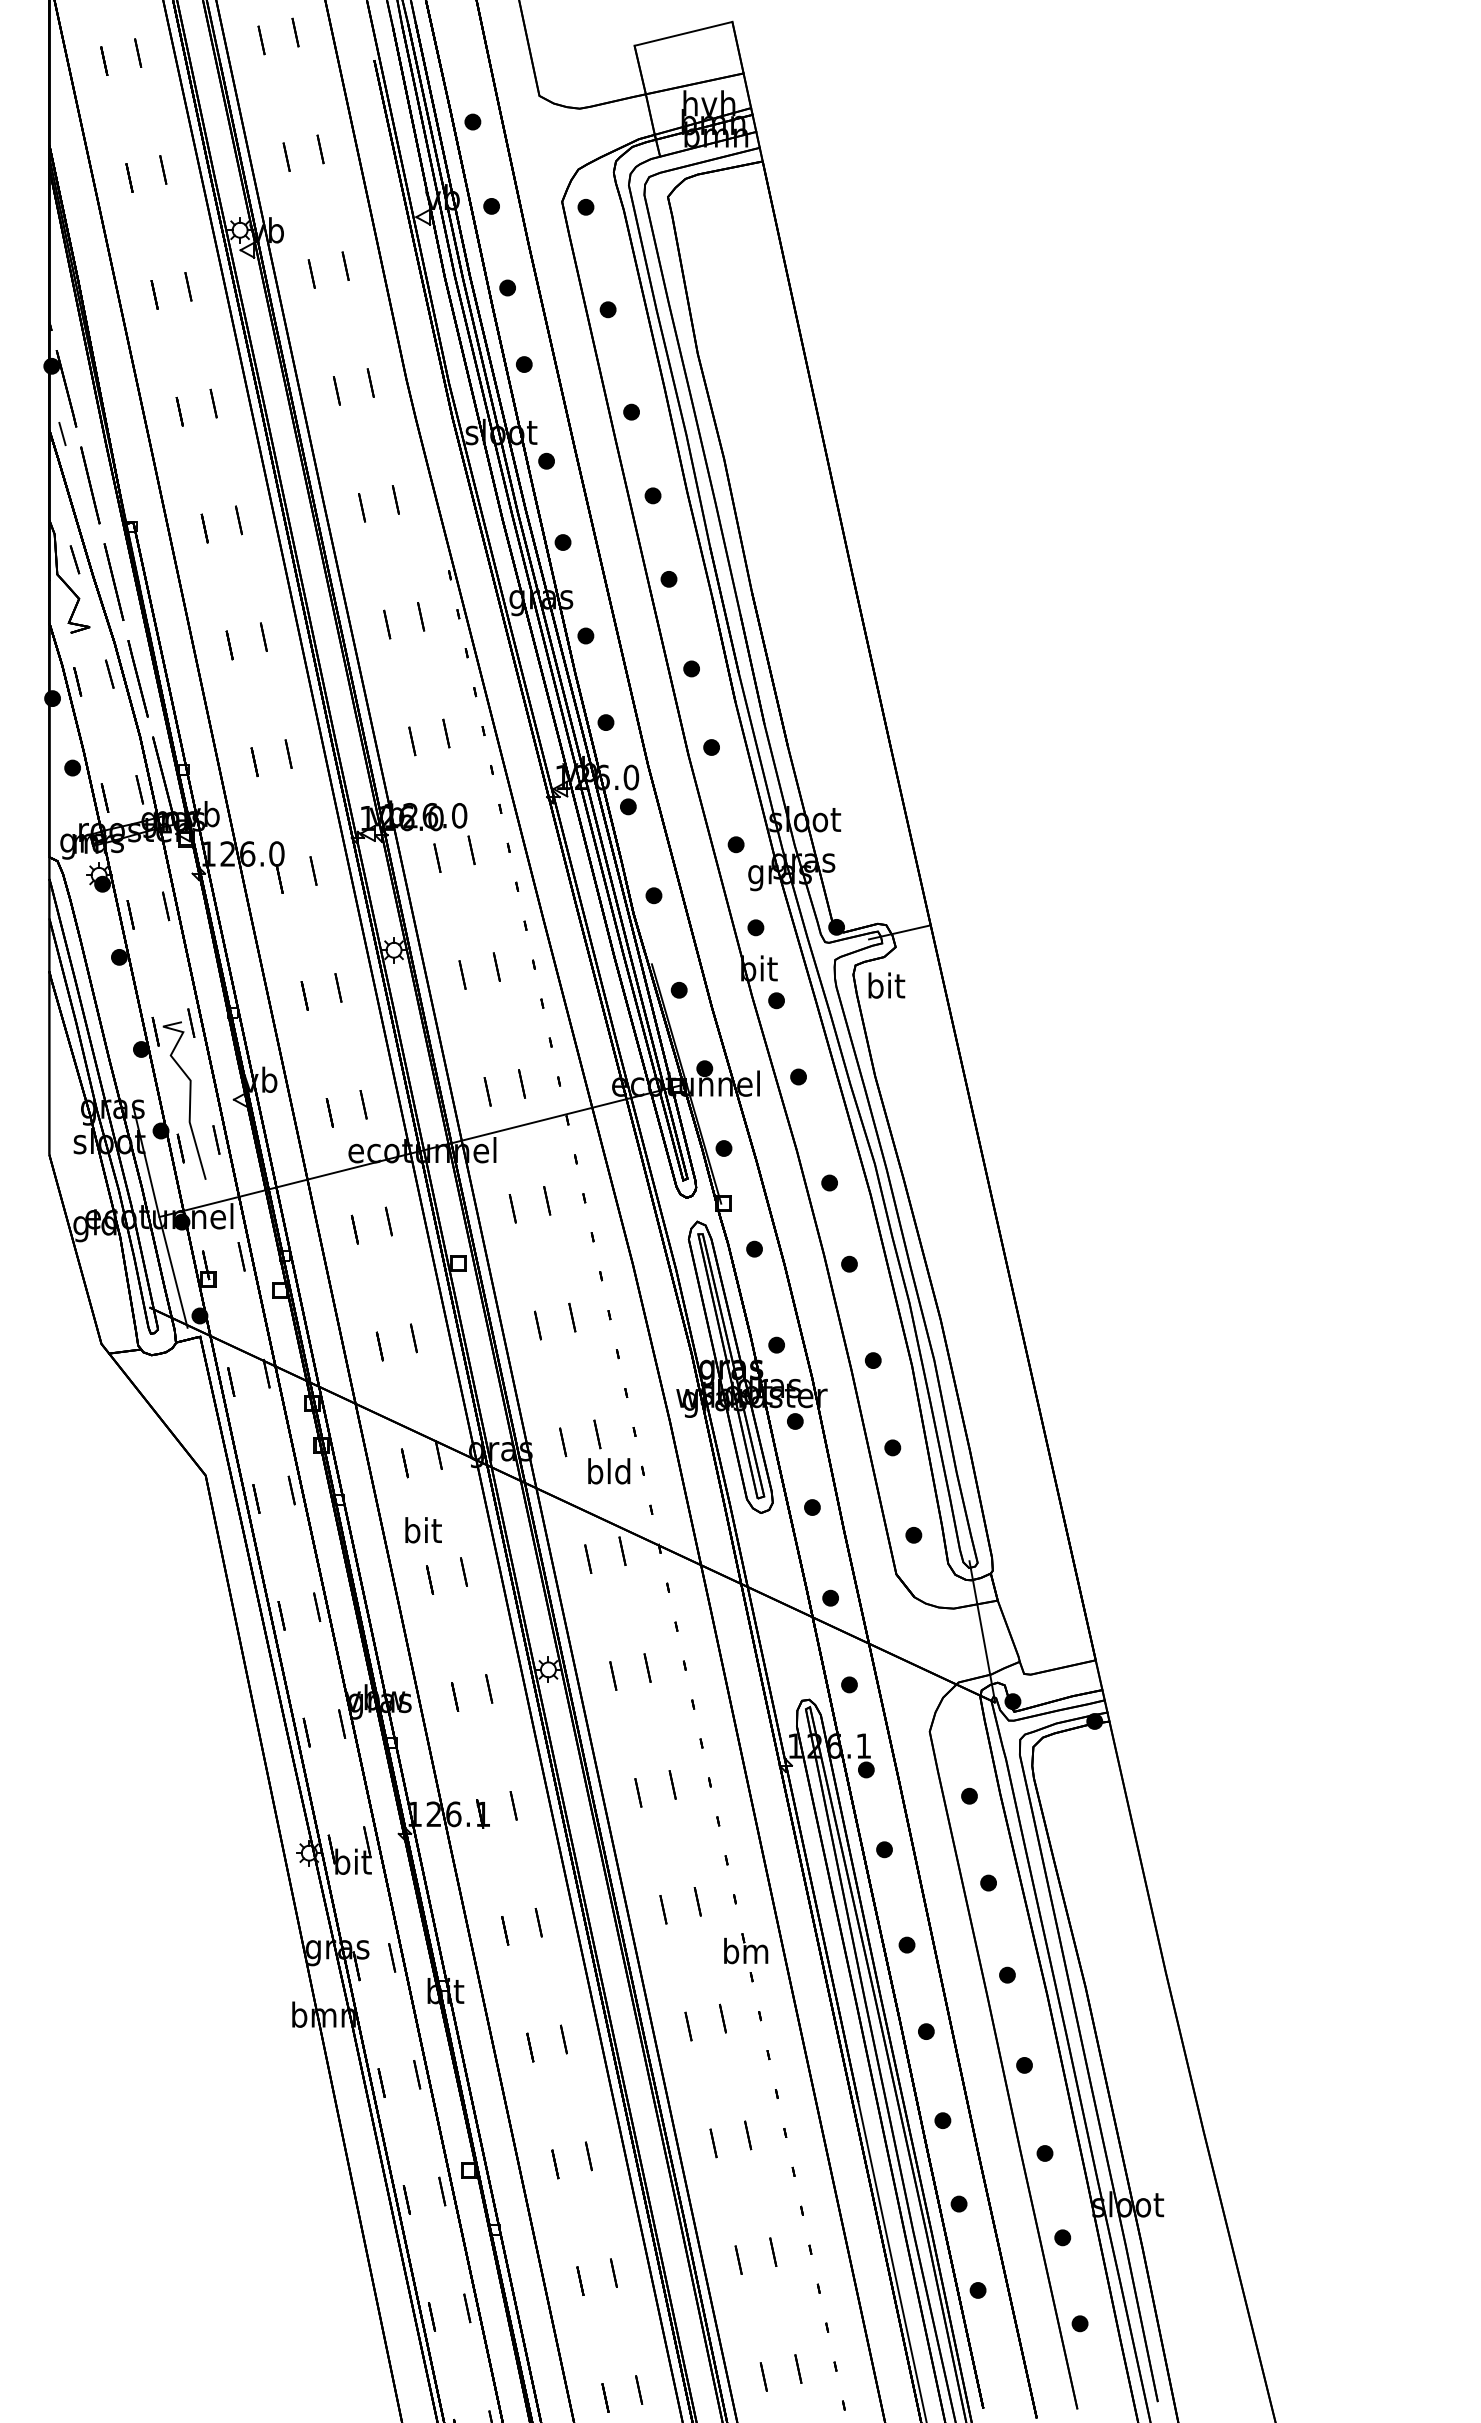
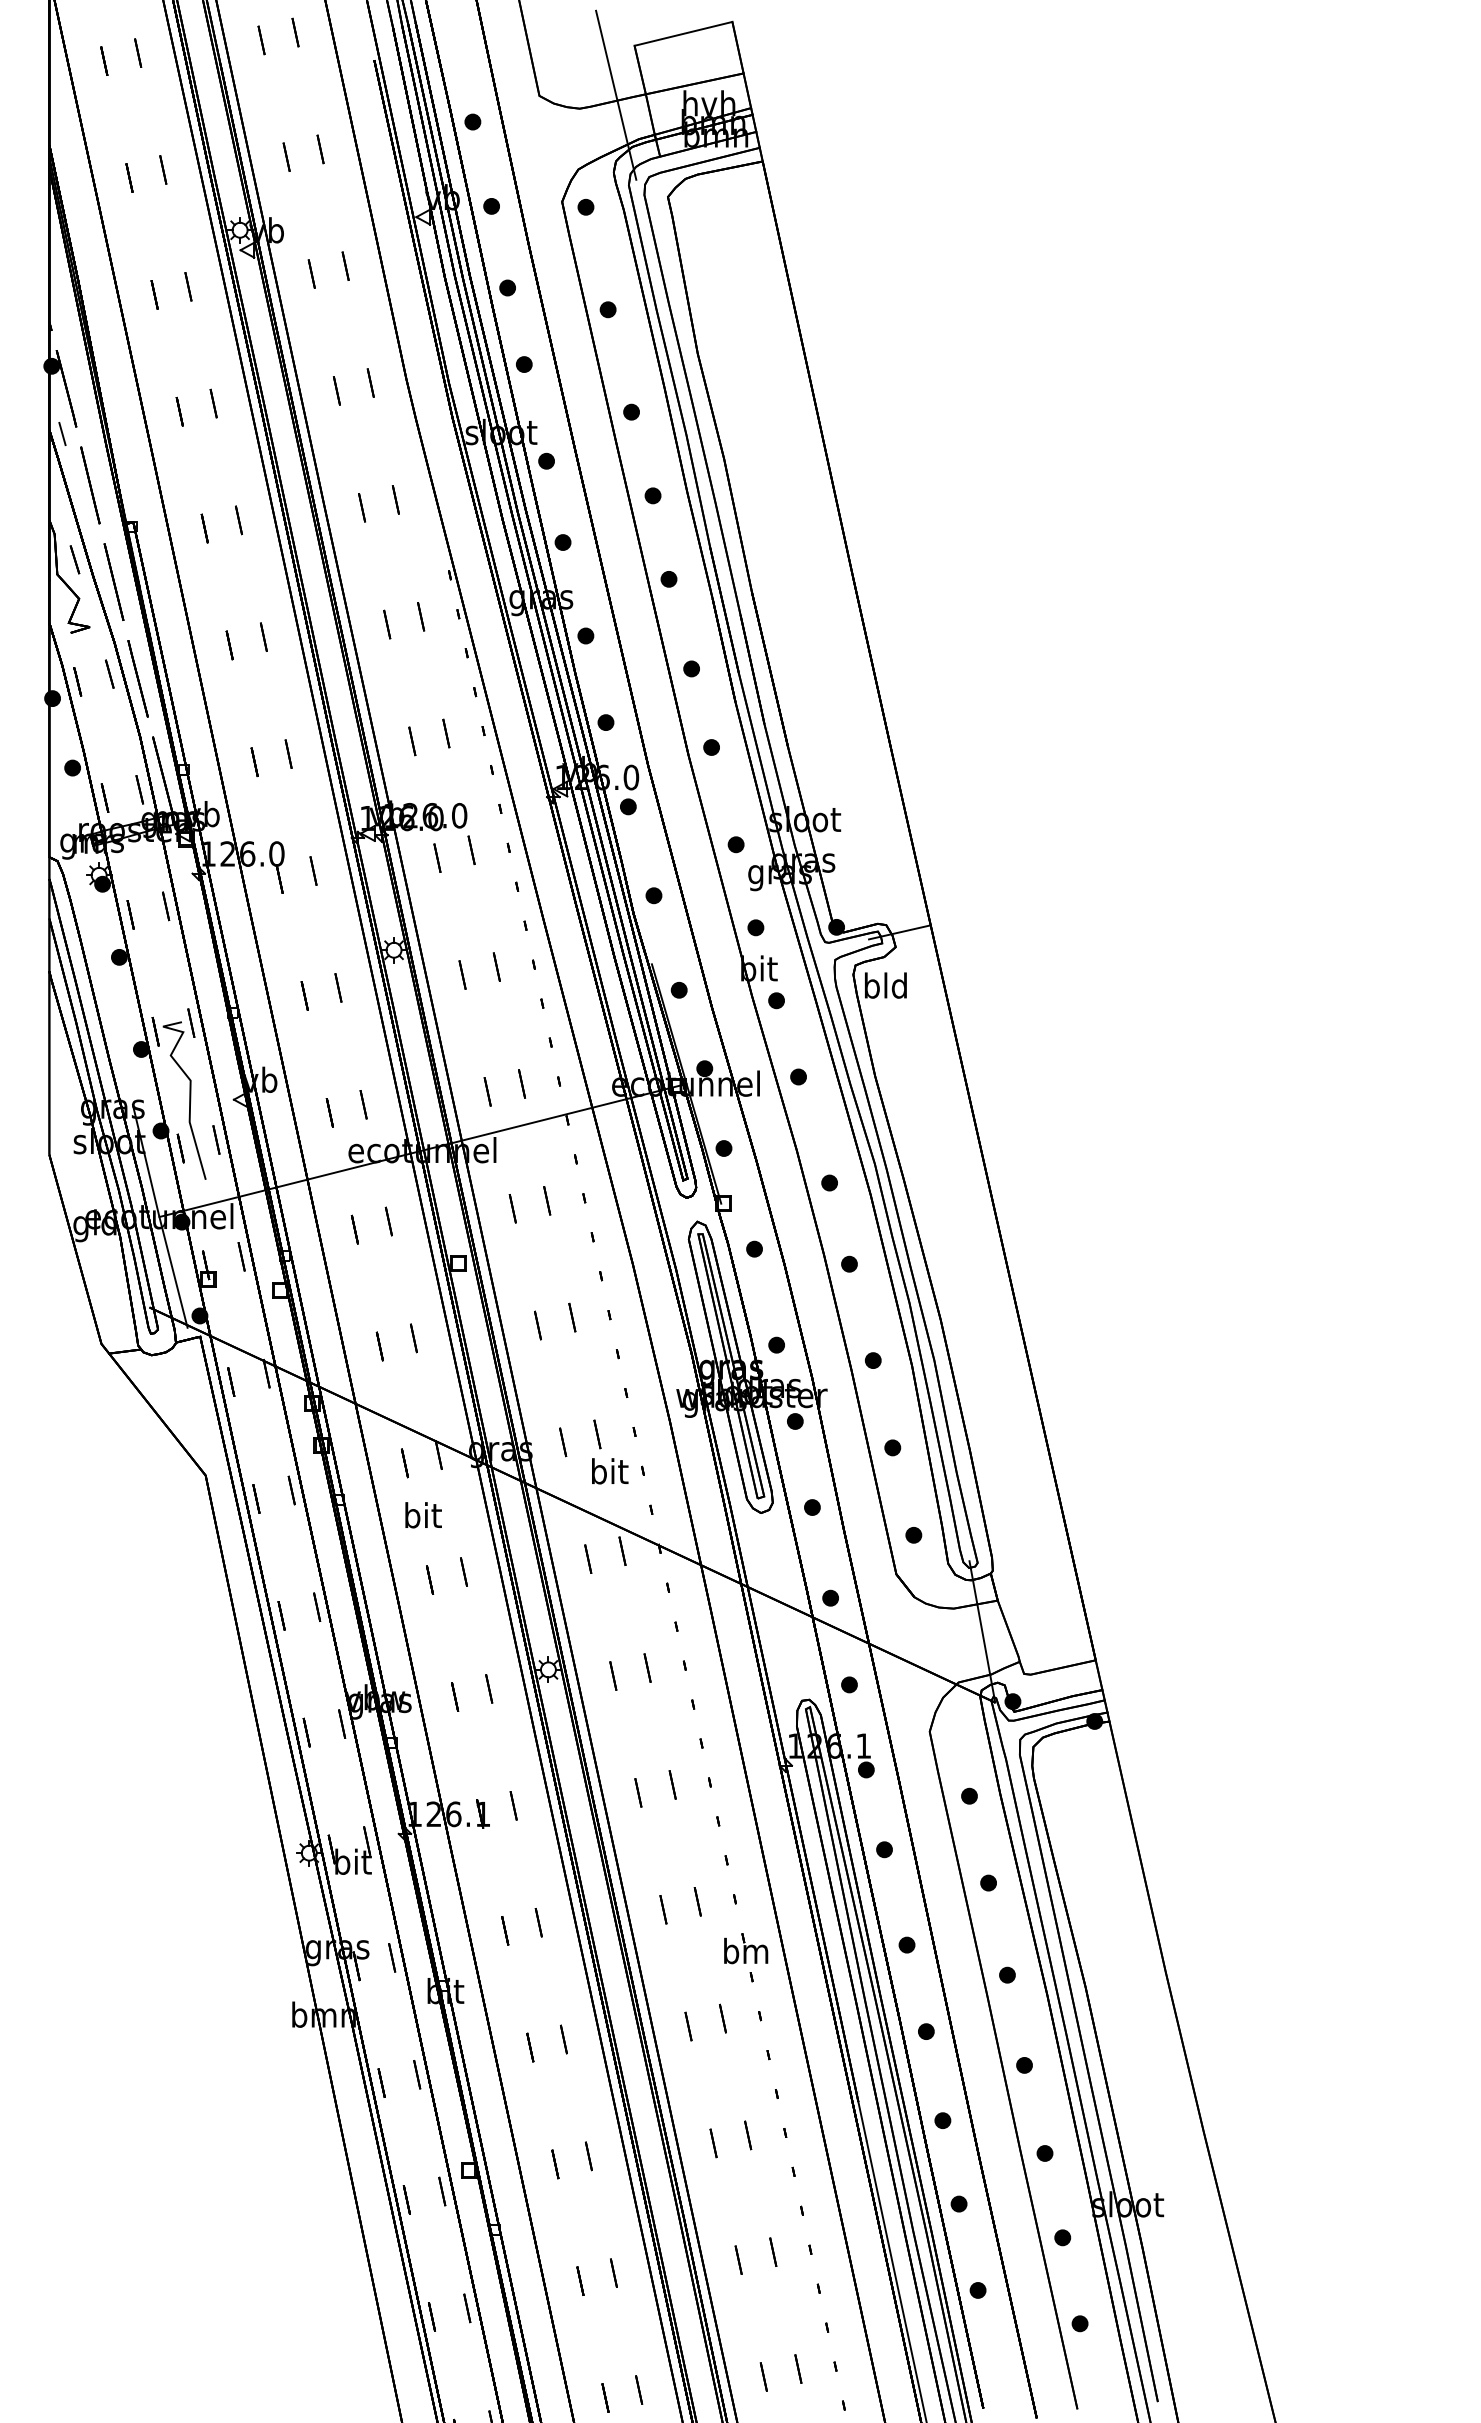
line at (616, 94): none -> present
text at (885, 985): bit -> bld
text at (609, 1471): bld -> bit
text at (423, 1530) position: (423, 1530) -> (423, 1515)
